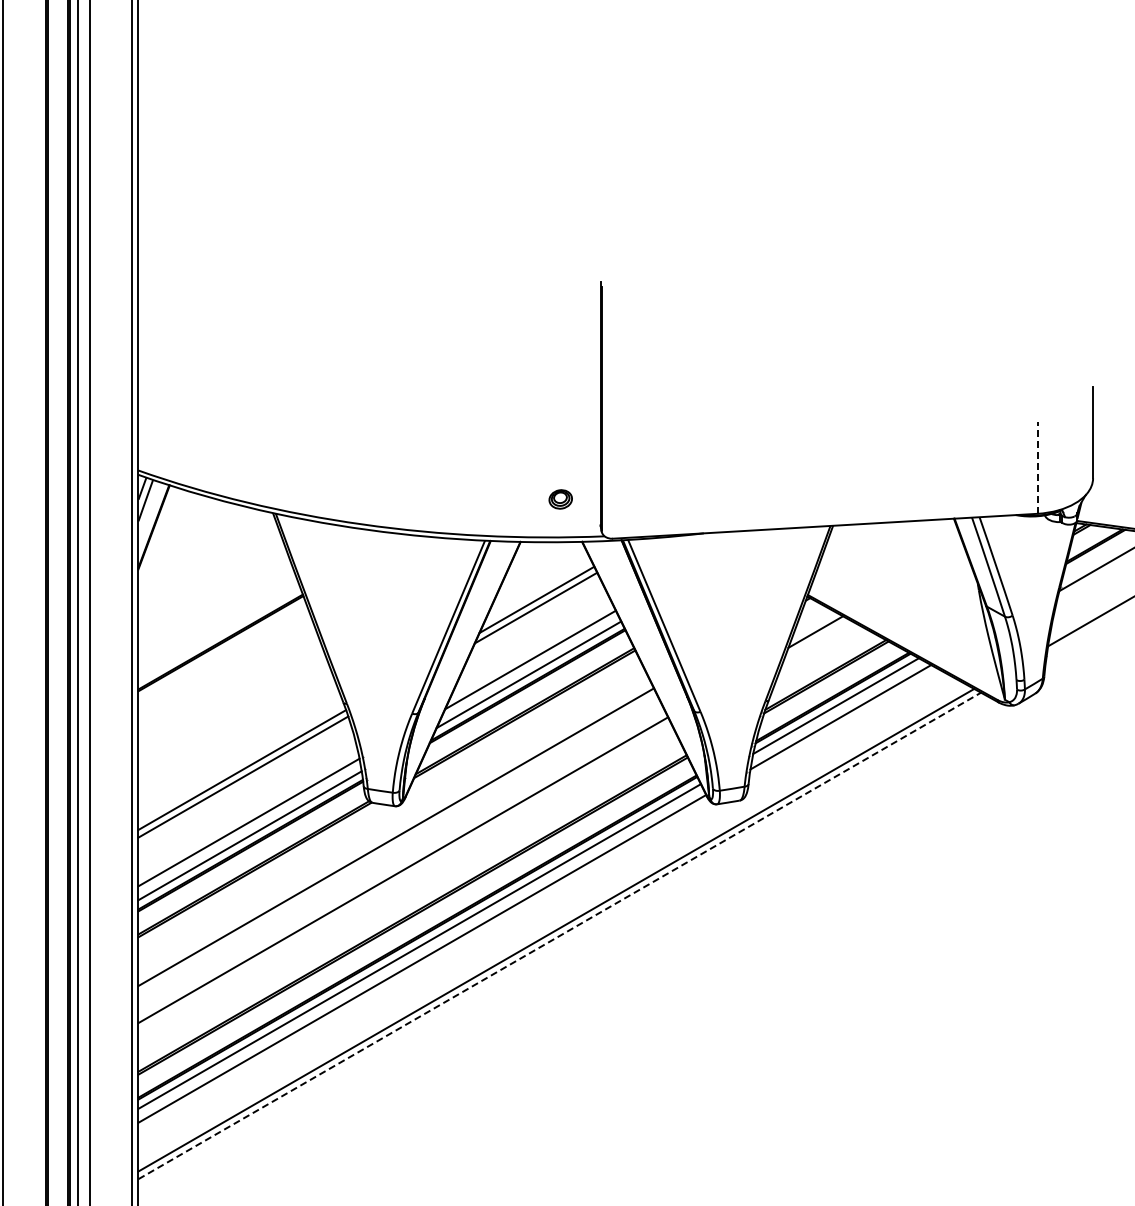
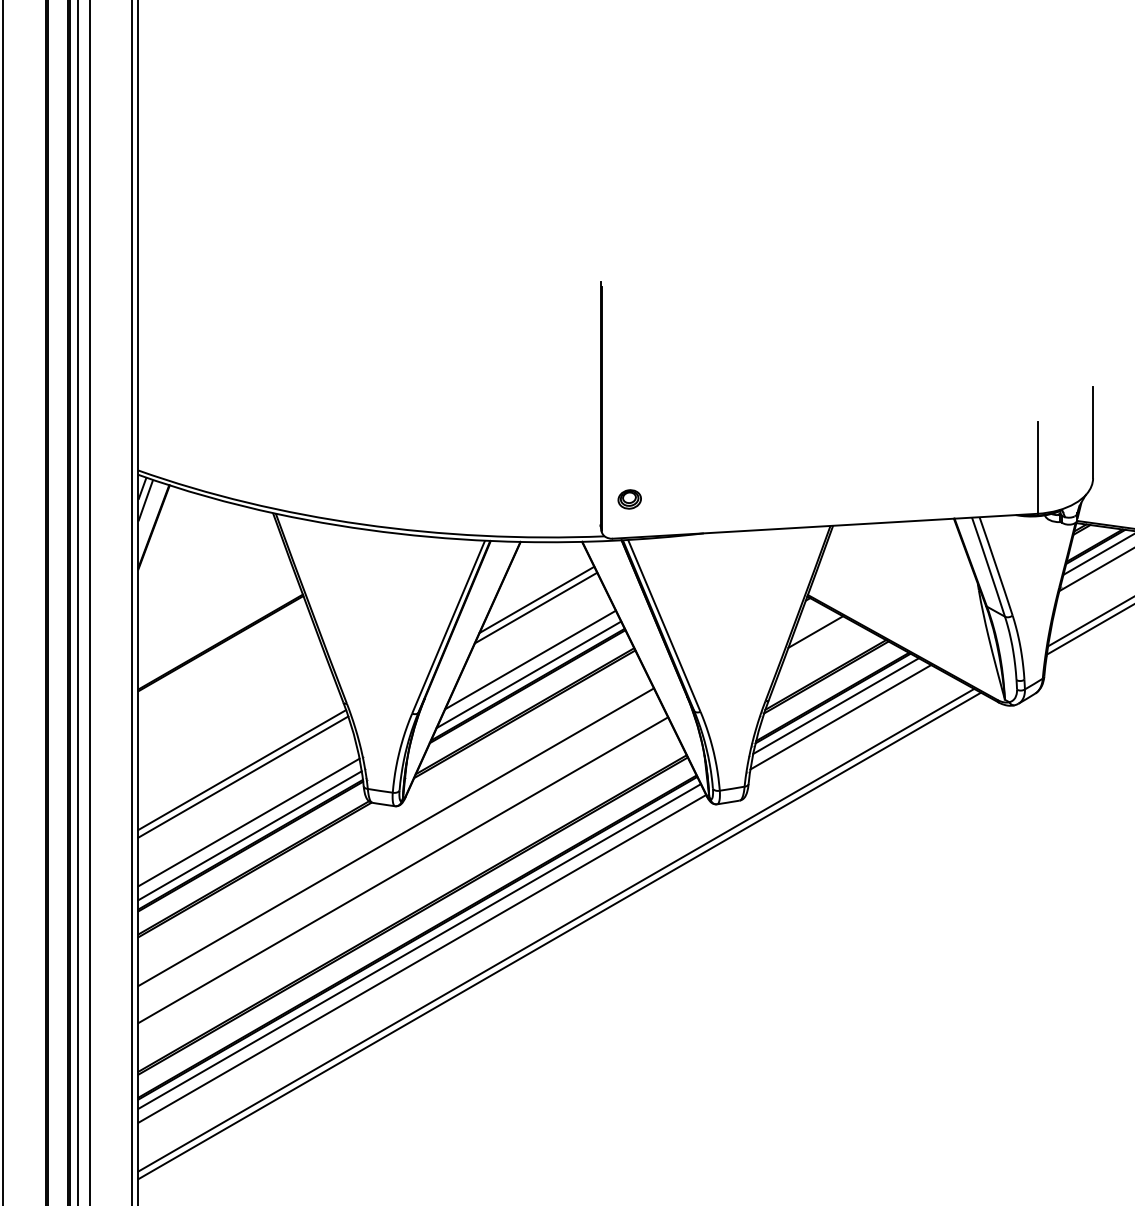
line at (1037, 468): dashed -> solid
part at (560, 499) position: (560, 499) -> (629, 499)
line at (1097, 554): none -> present
line at (1088, 629): none -> present
line at (560, 935): dashed -> solid
